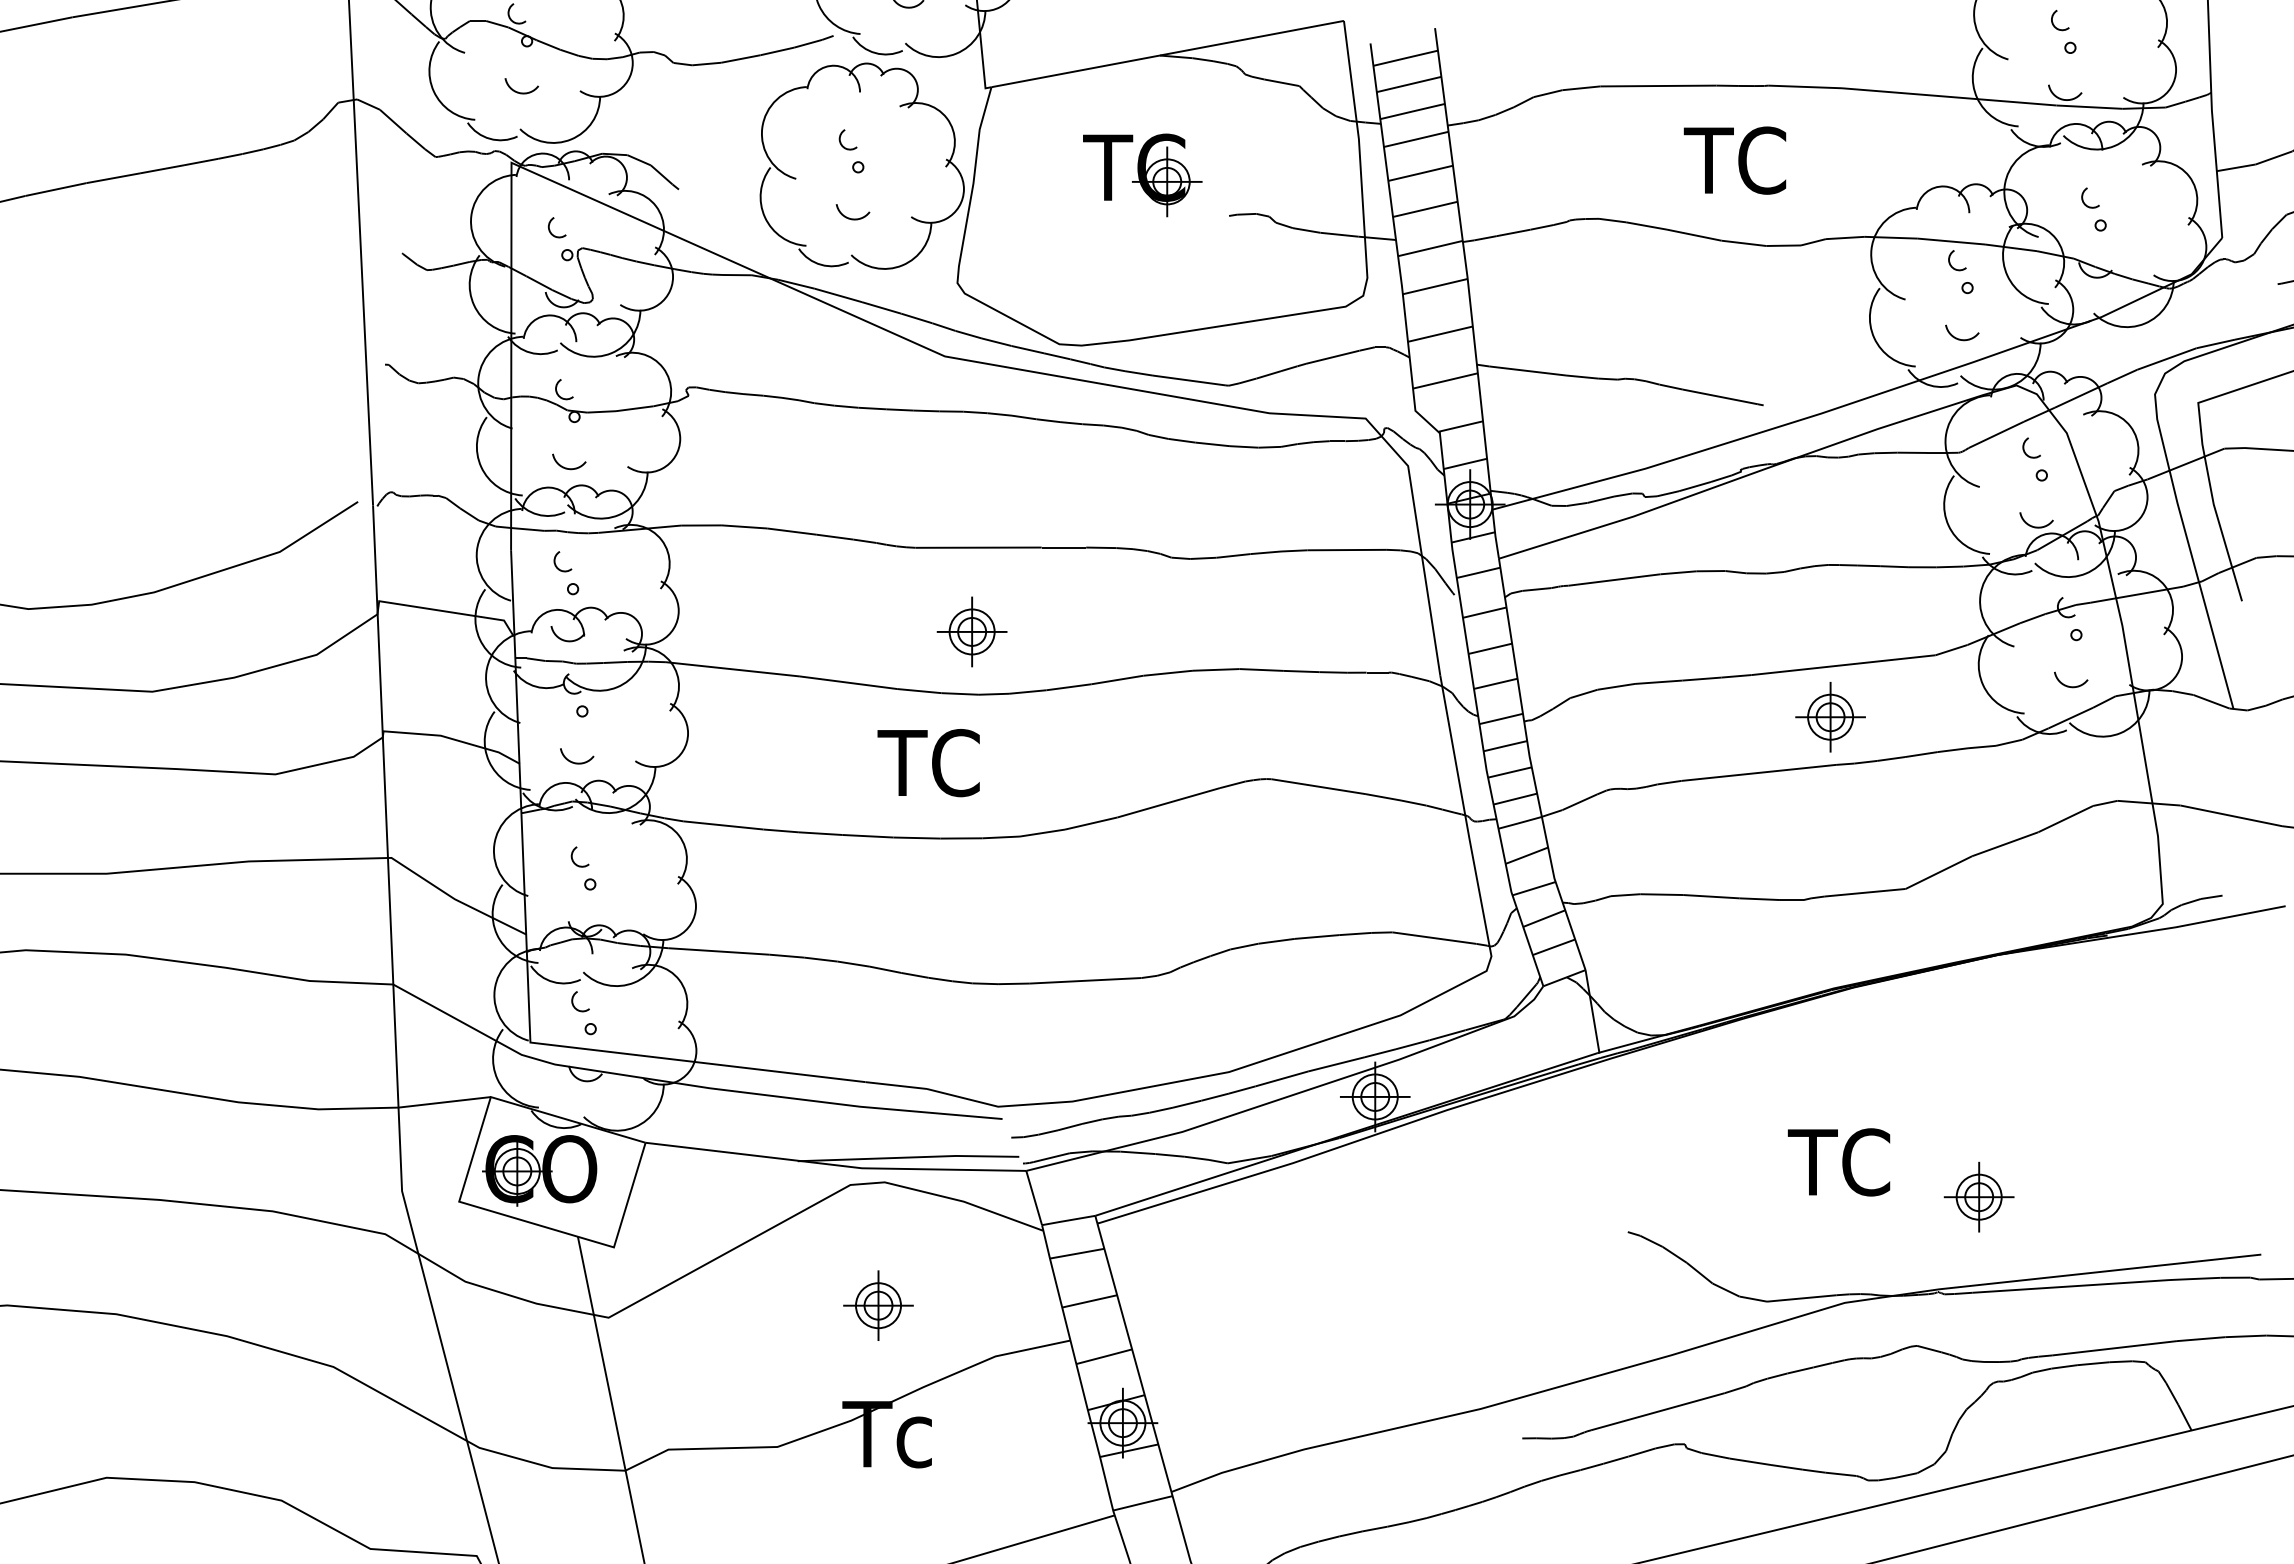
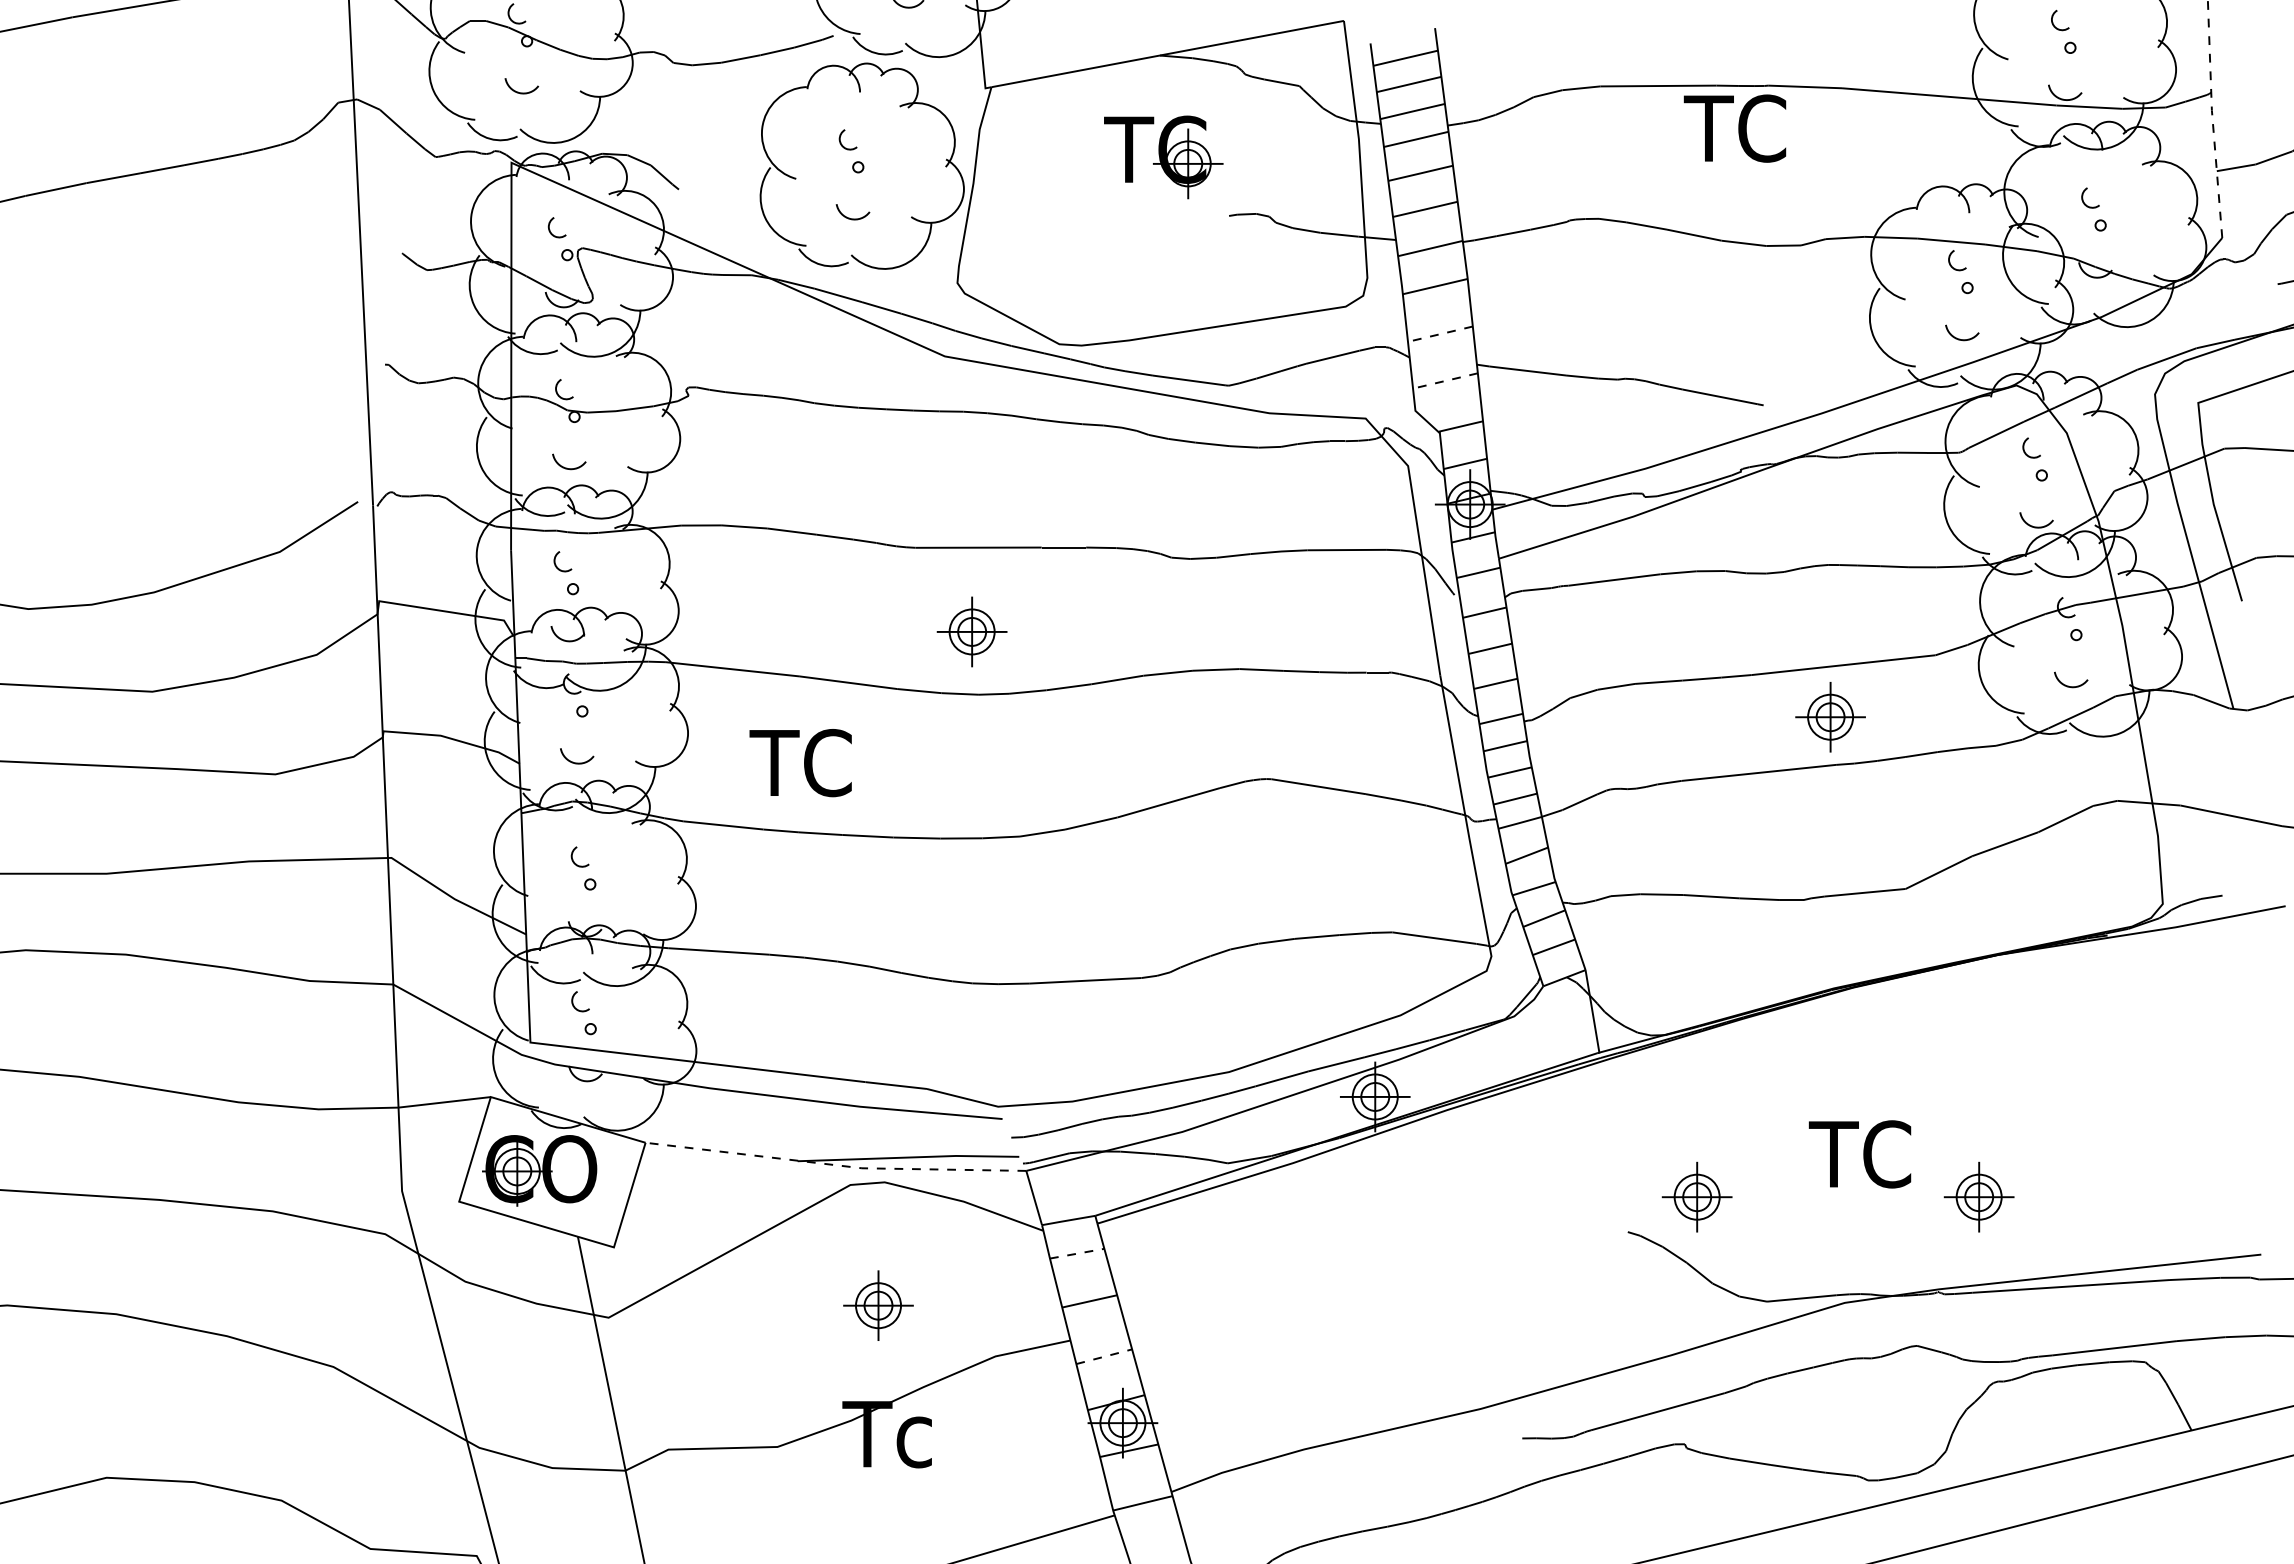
line at (2212, 118): solid -> dashed
text at (1734, 160) position: (1734, 160) -> (1734, 128)
part at (1142, 175) position: (1142, 175) -> (1163, 157)
line at (1440, 334): solid -> dashed
line at (1445, 380): solid -> dashed
text at (928, 763) position: (928, 763) -> (800, 763)
text at (1838, 1162) position: (1838, 1162) -> (1859, 1154)
line at (836, 1165): solid -> dashed
part at (1696, 1196): none -> present
line at (1077, 1253): solid -> dashed
line at (1104, 1356): solid -> dashed
